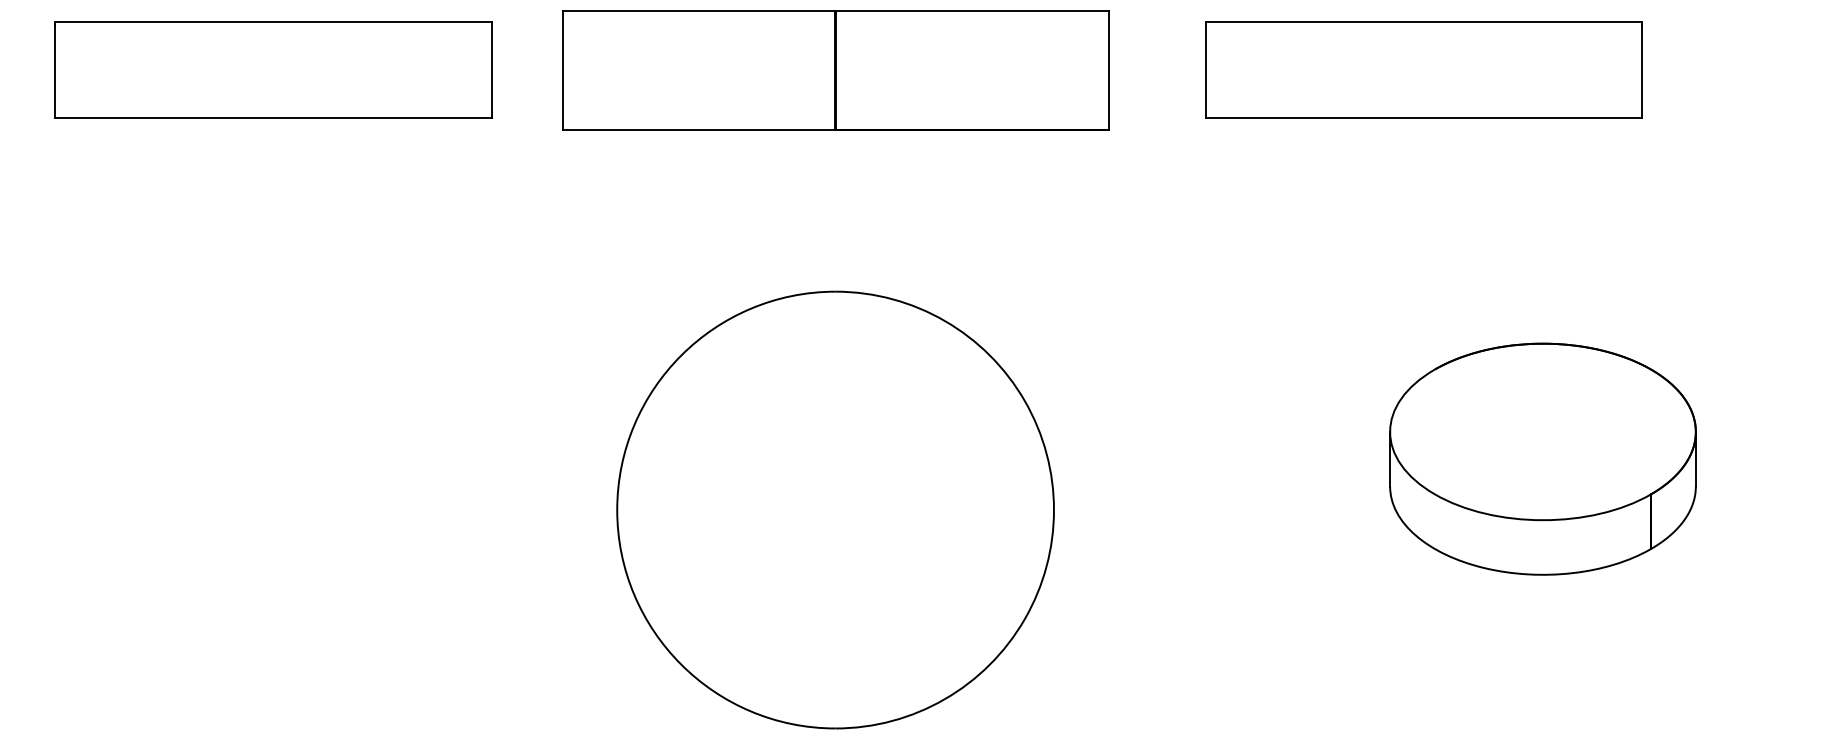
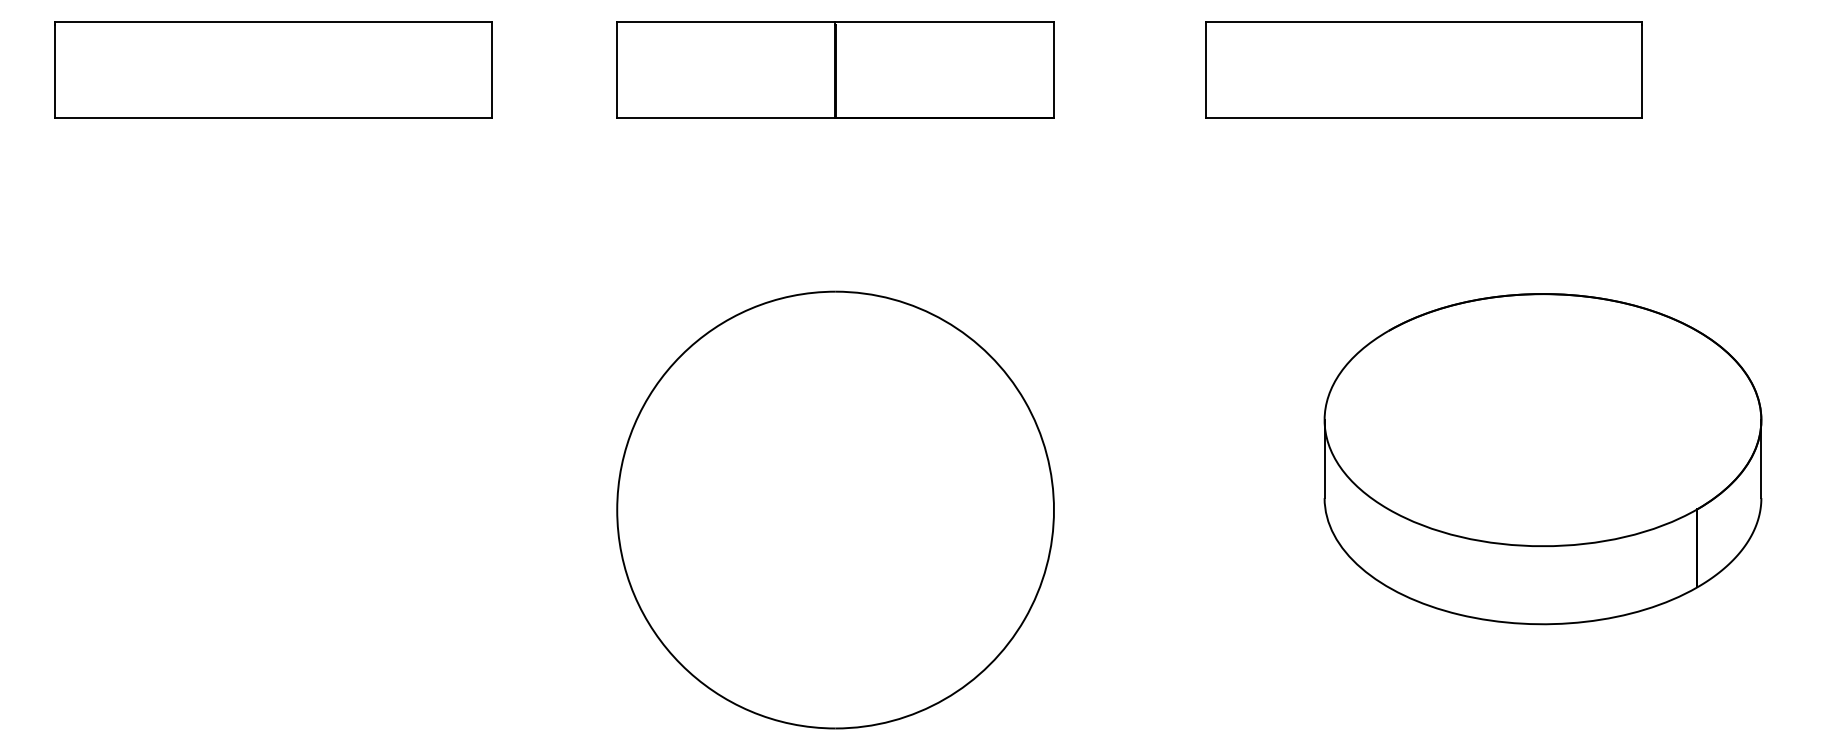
part at (835, 70) size: 548x121 px -> 439x98 px
part at (1542, 458) size: 308x234 px -> 440x333 px
